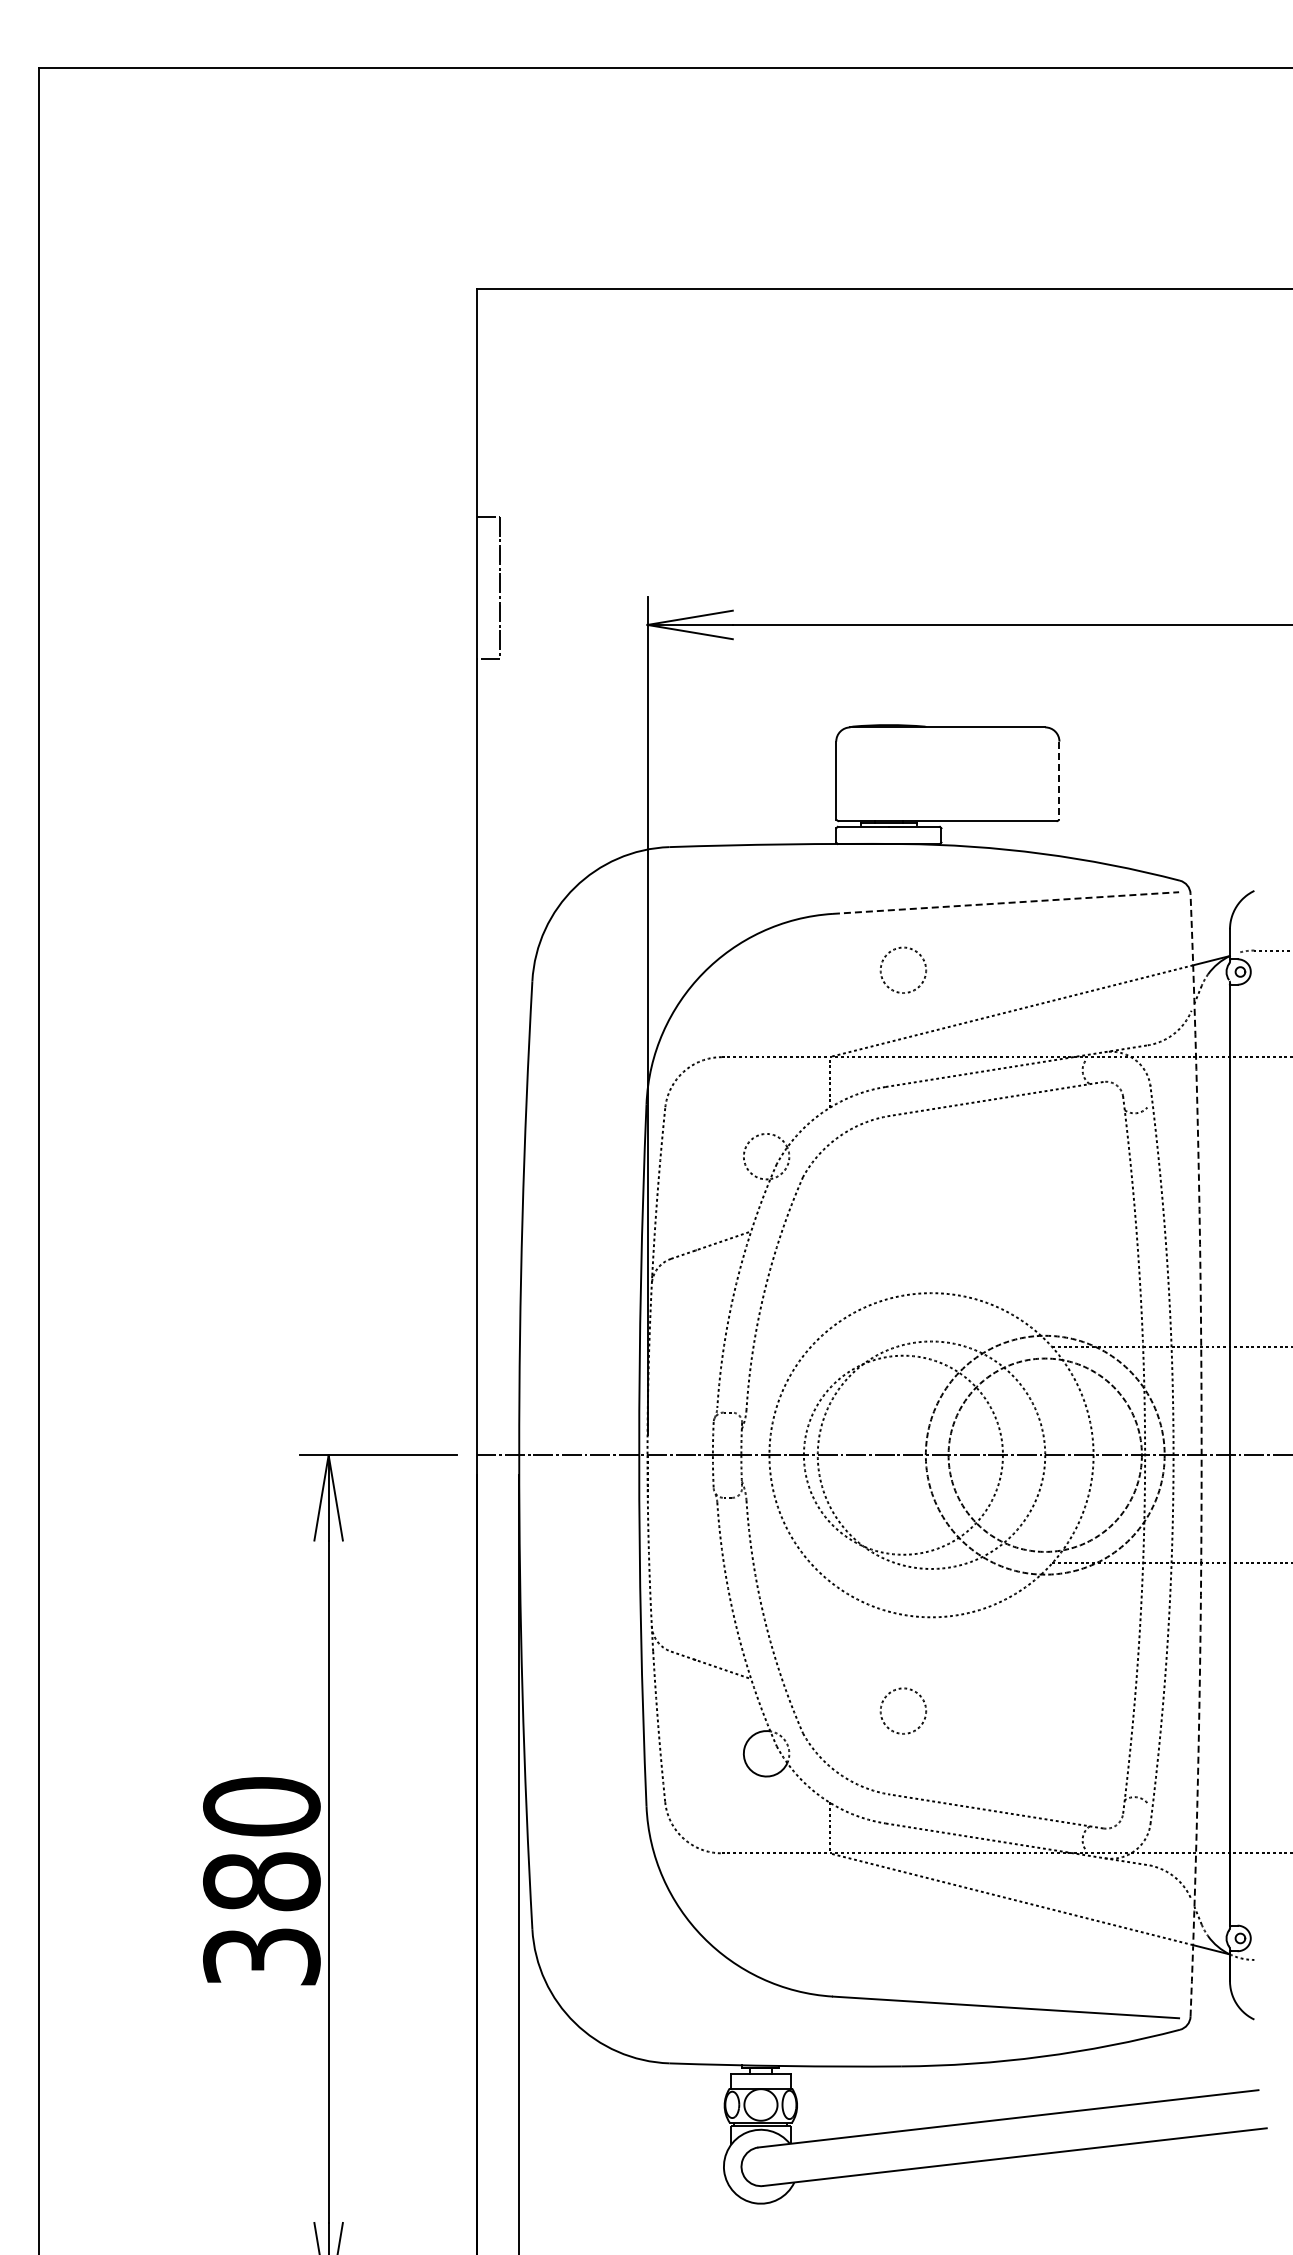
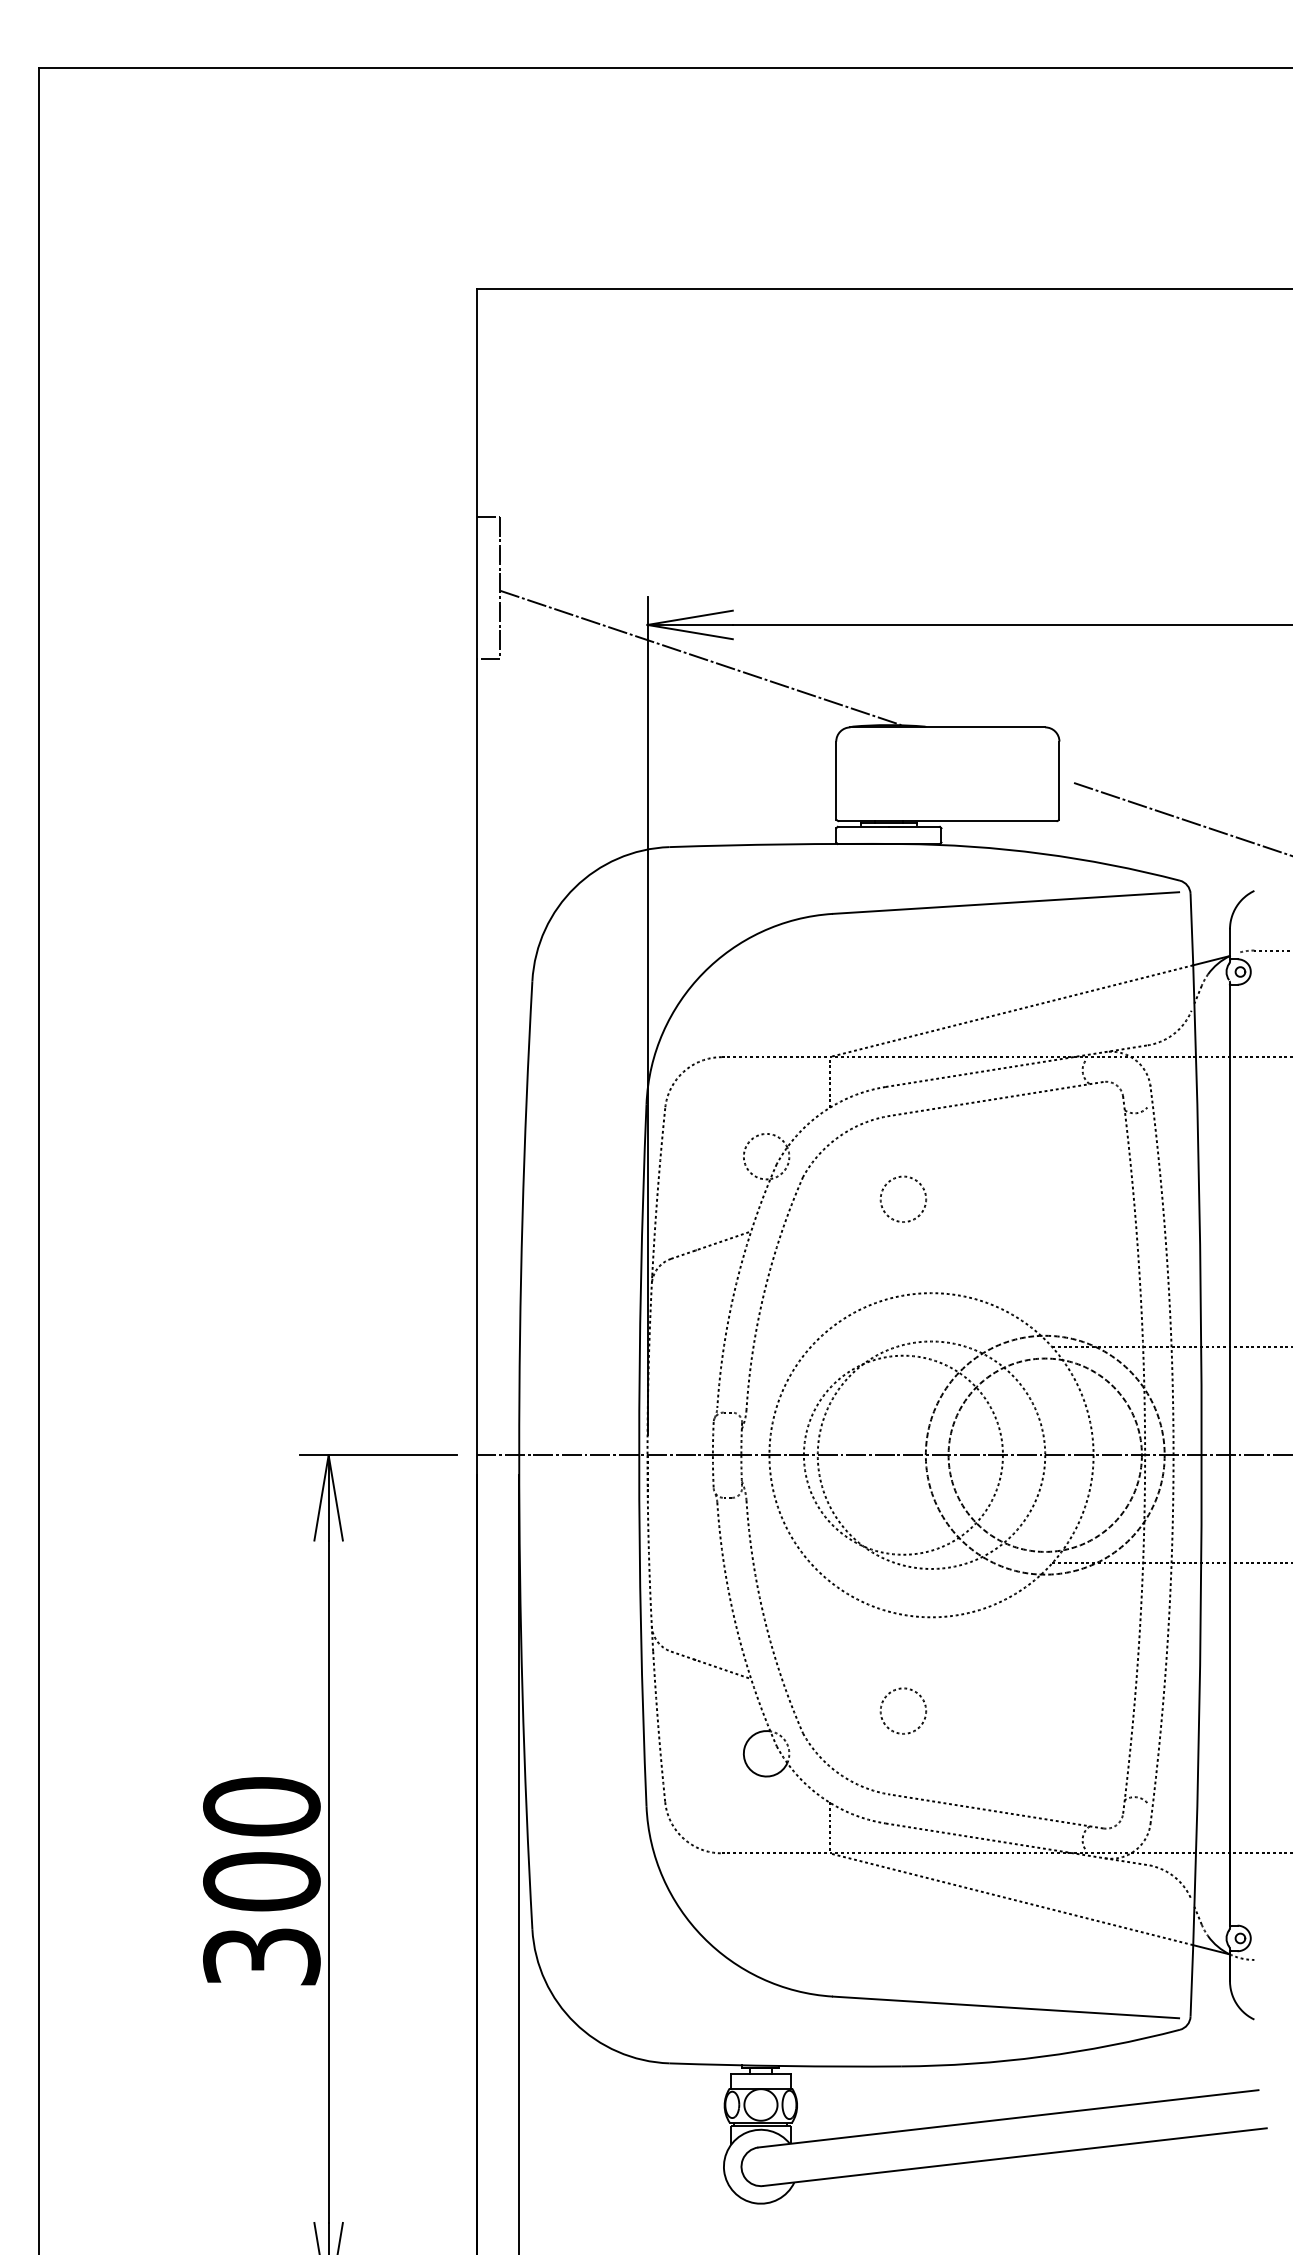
line at (700, 657): none -> present
line at (1059, 780): dashed -> solid
line at (1181, 818): none -> present
line at (1006, 903): dashed -> solid
circle at (903, 969) position: (903, 969) -> (903, 1198)
arc at (1201, 1455): dashed -> solid
text at (261, 1881): 380 -> 300
